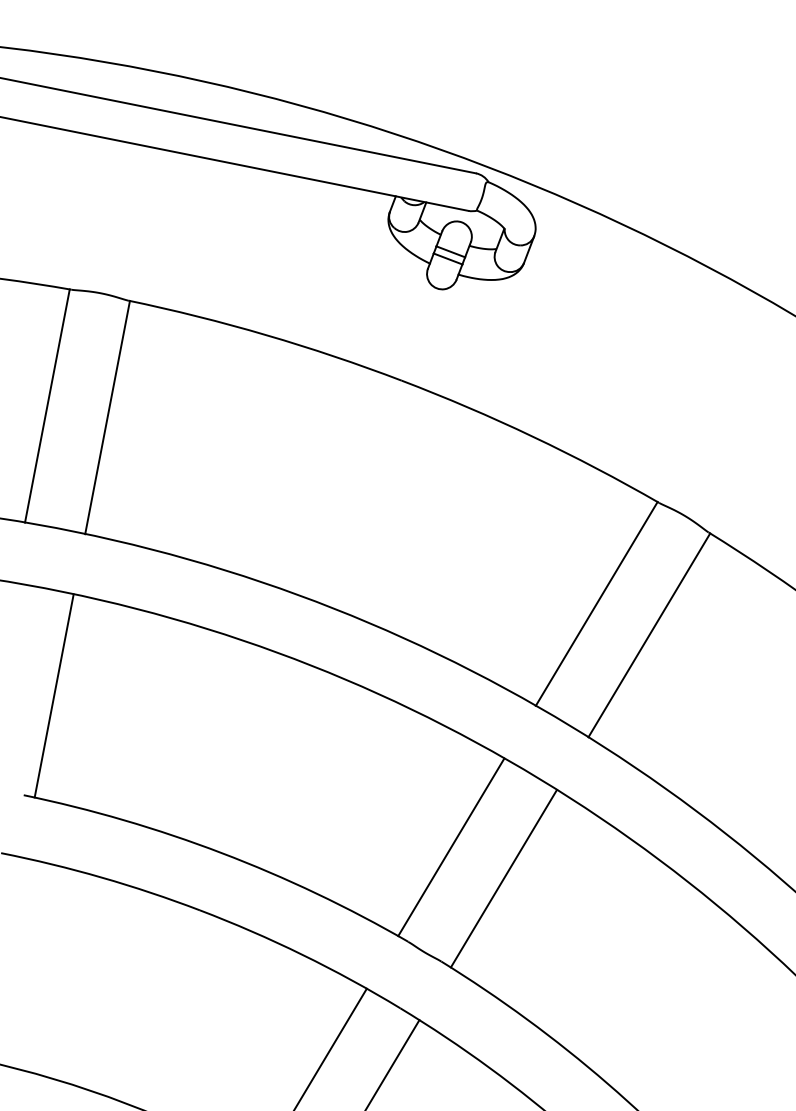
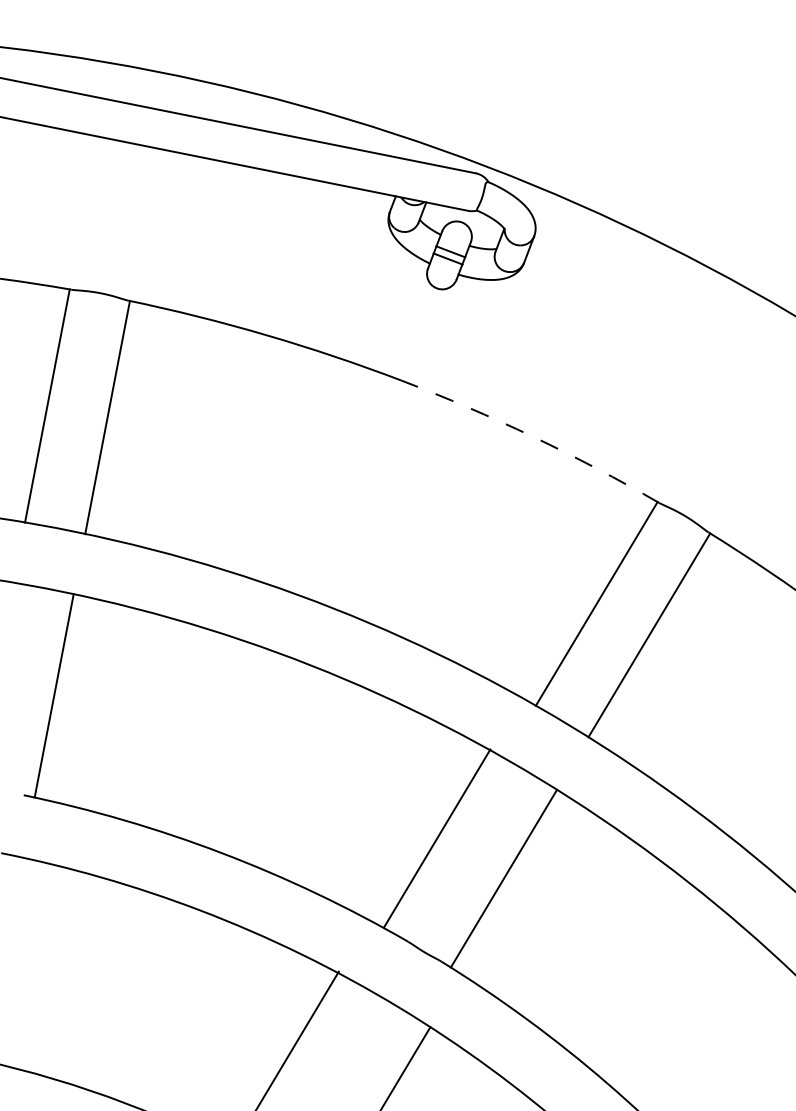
arc at (532, 436): solid -> dashed
line at (451, 847) position: (451, 847) -> (437, 838)
line at (330, 1047) position: (330, 1047) -> (297, 1039)
line at (393, 1063) position: (393, 1063) -> (406, 1067)
